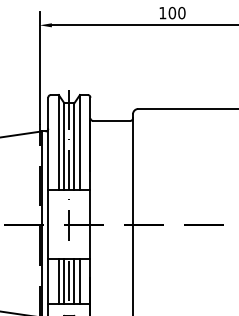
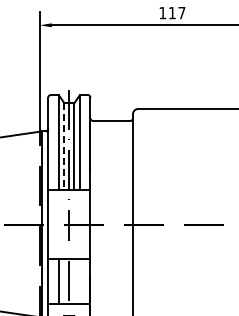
text at (176, 12): 100 -> 117
line at (64, 147): solid -> dashed
line at (64, 281): present -> none
line at (74, 281): present -> none
line at (79, 281): present -> none
